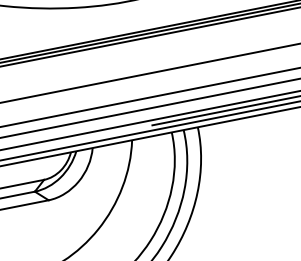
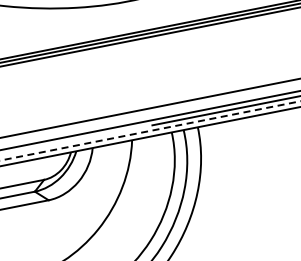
line at (149, 73): present -> none
line at (149, 97): present -> none
line at (150, 130): solid -> dashed
